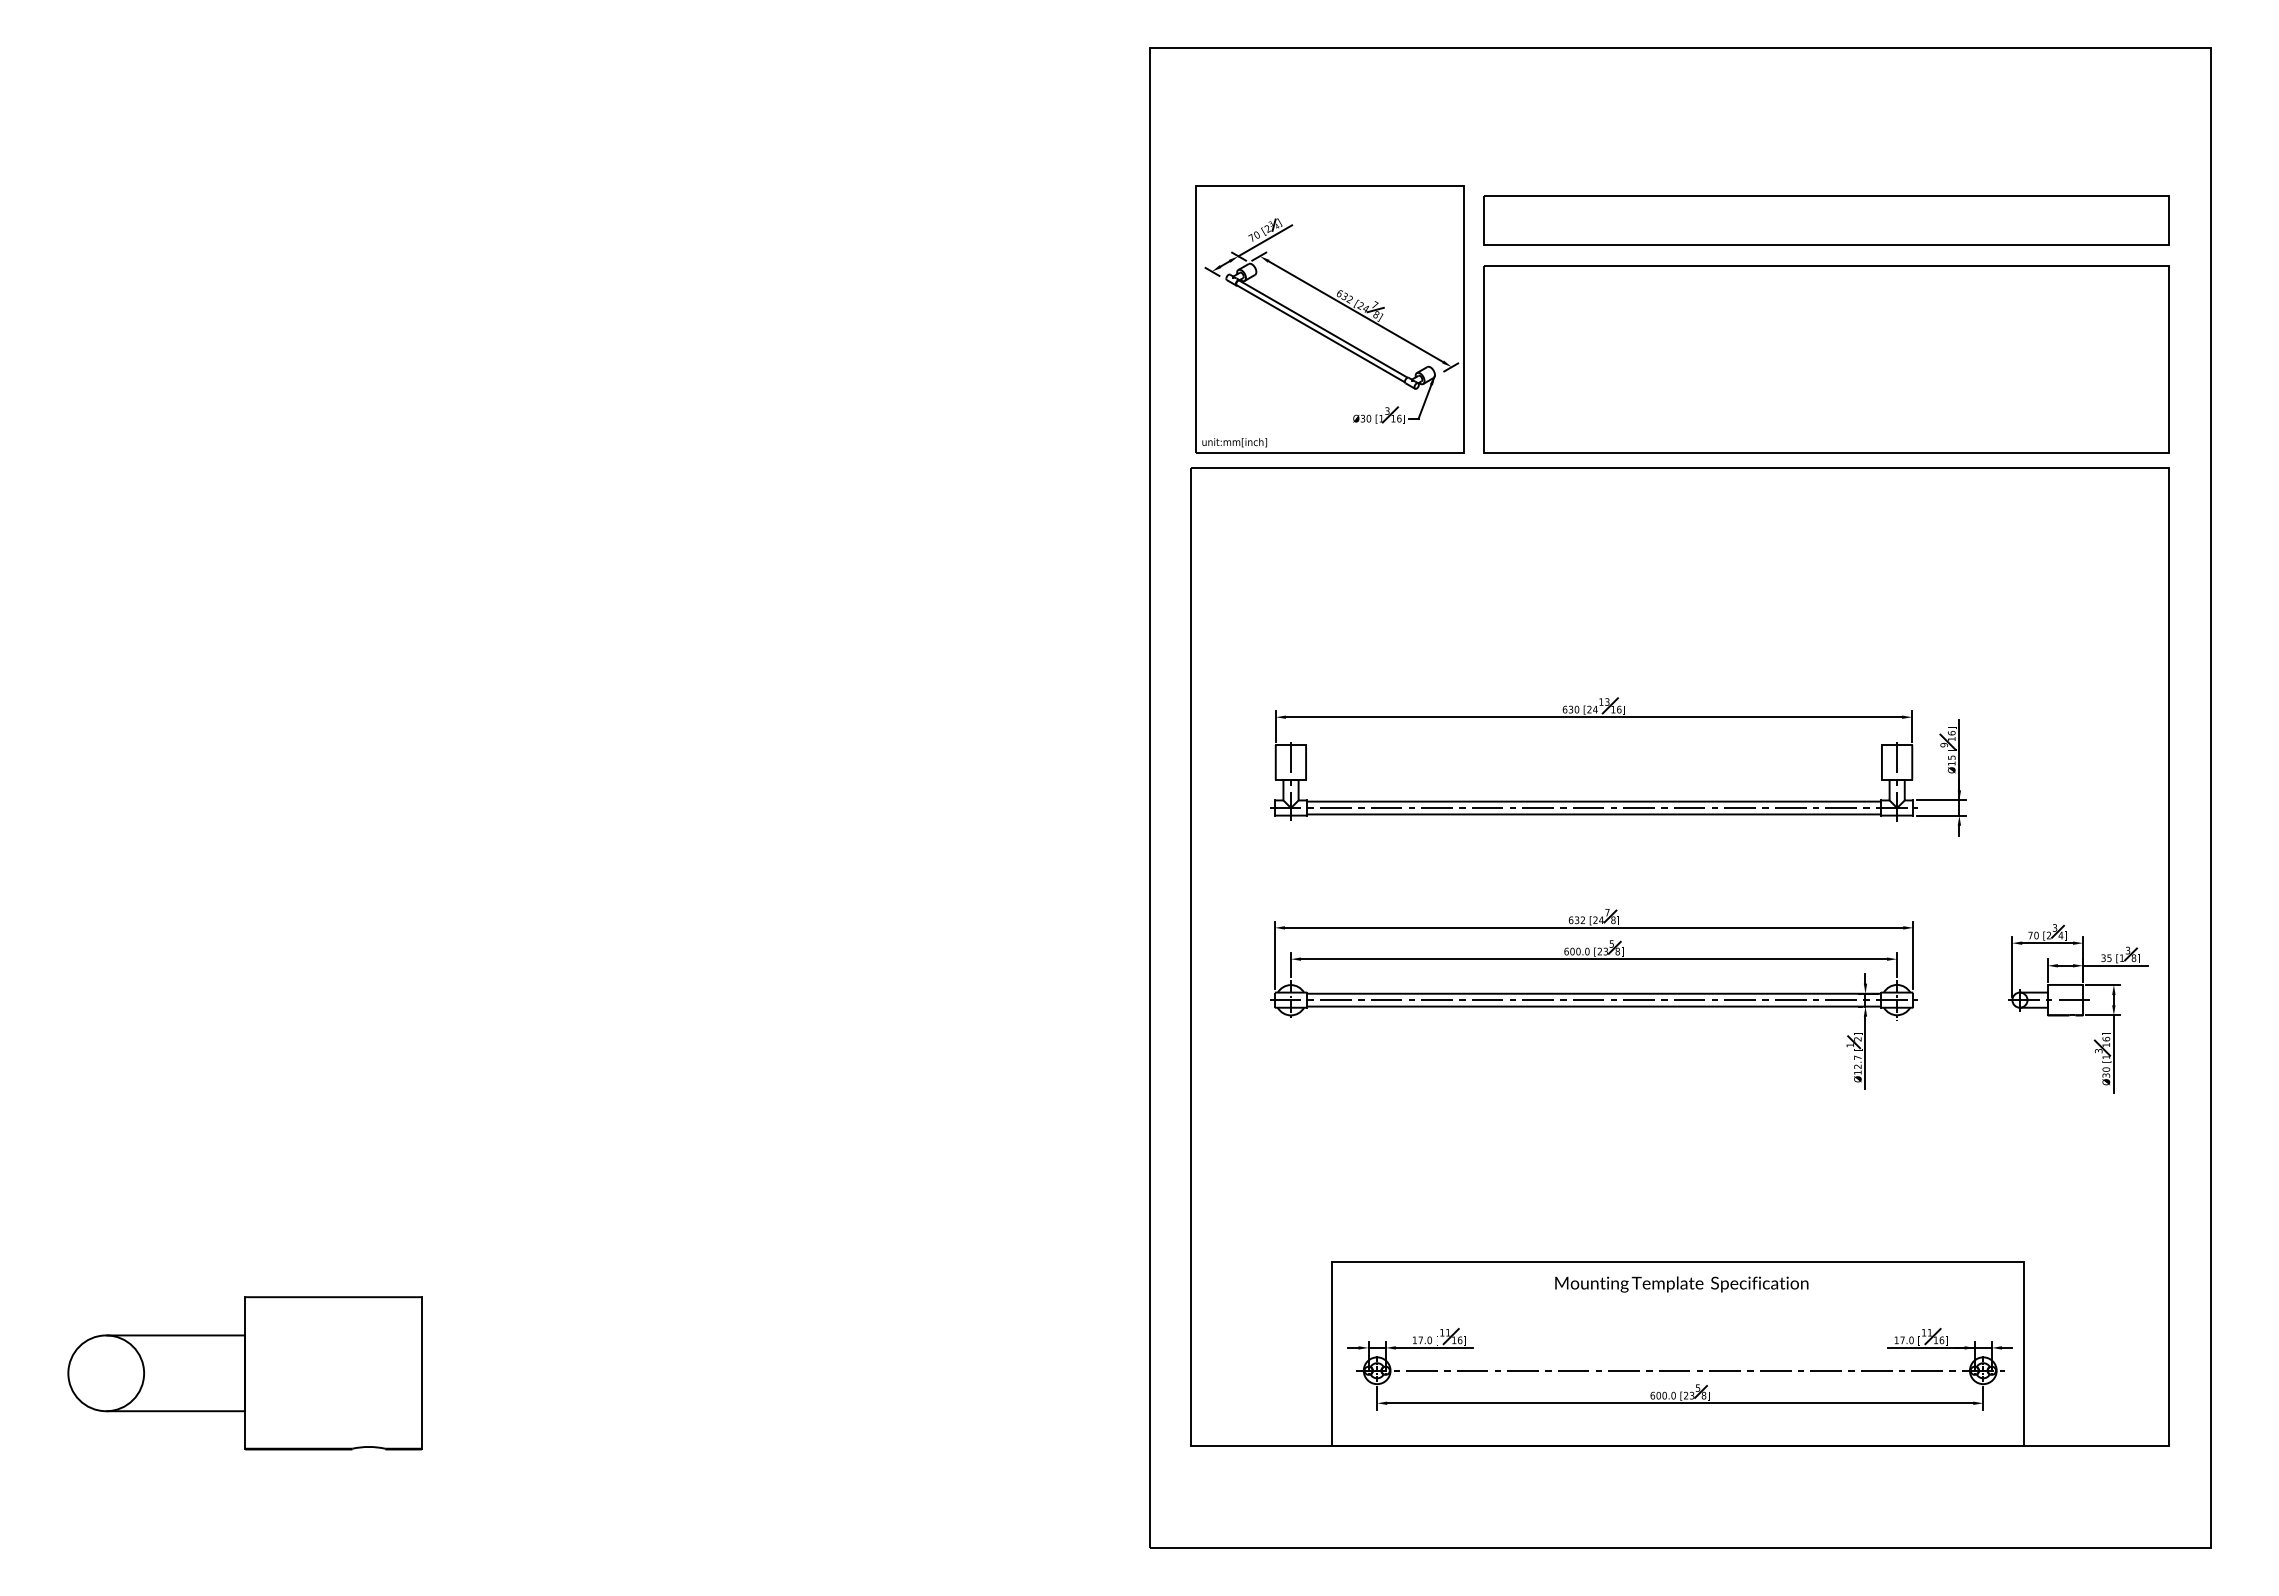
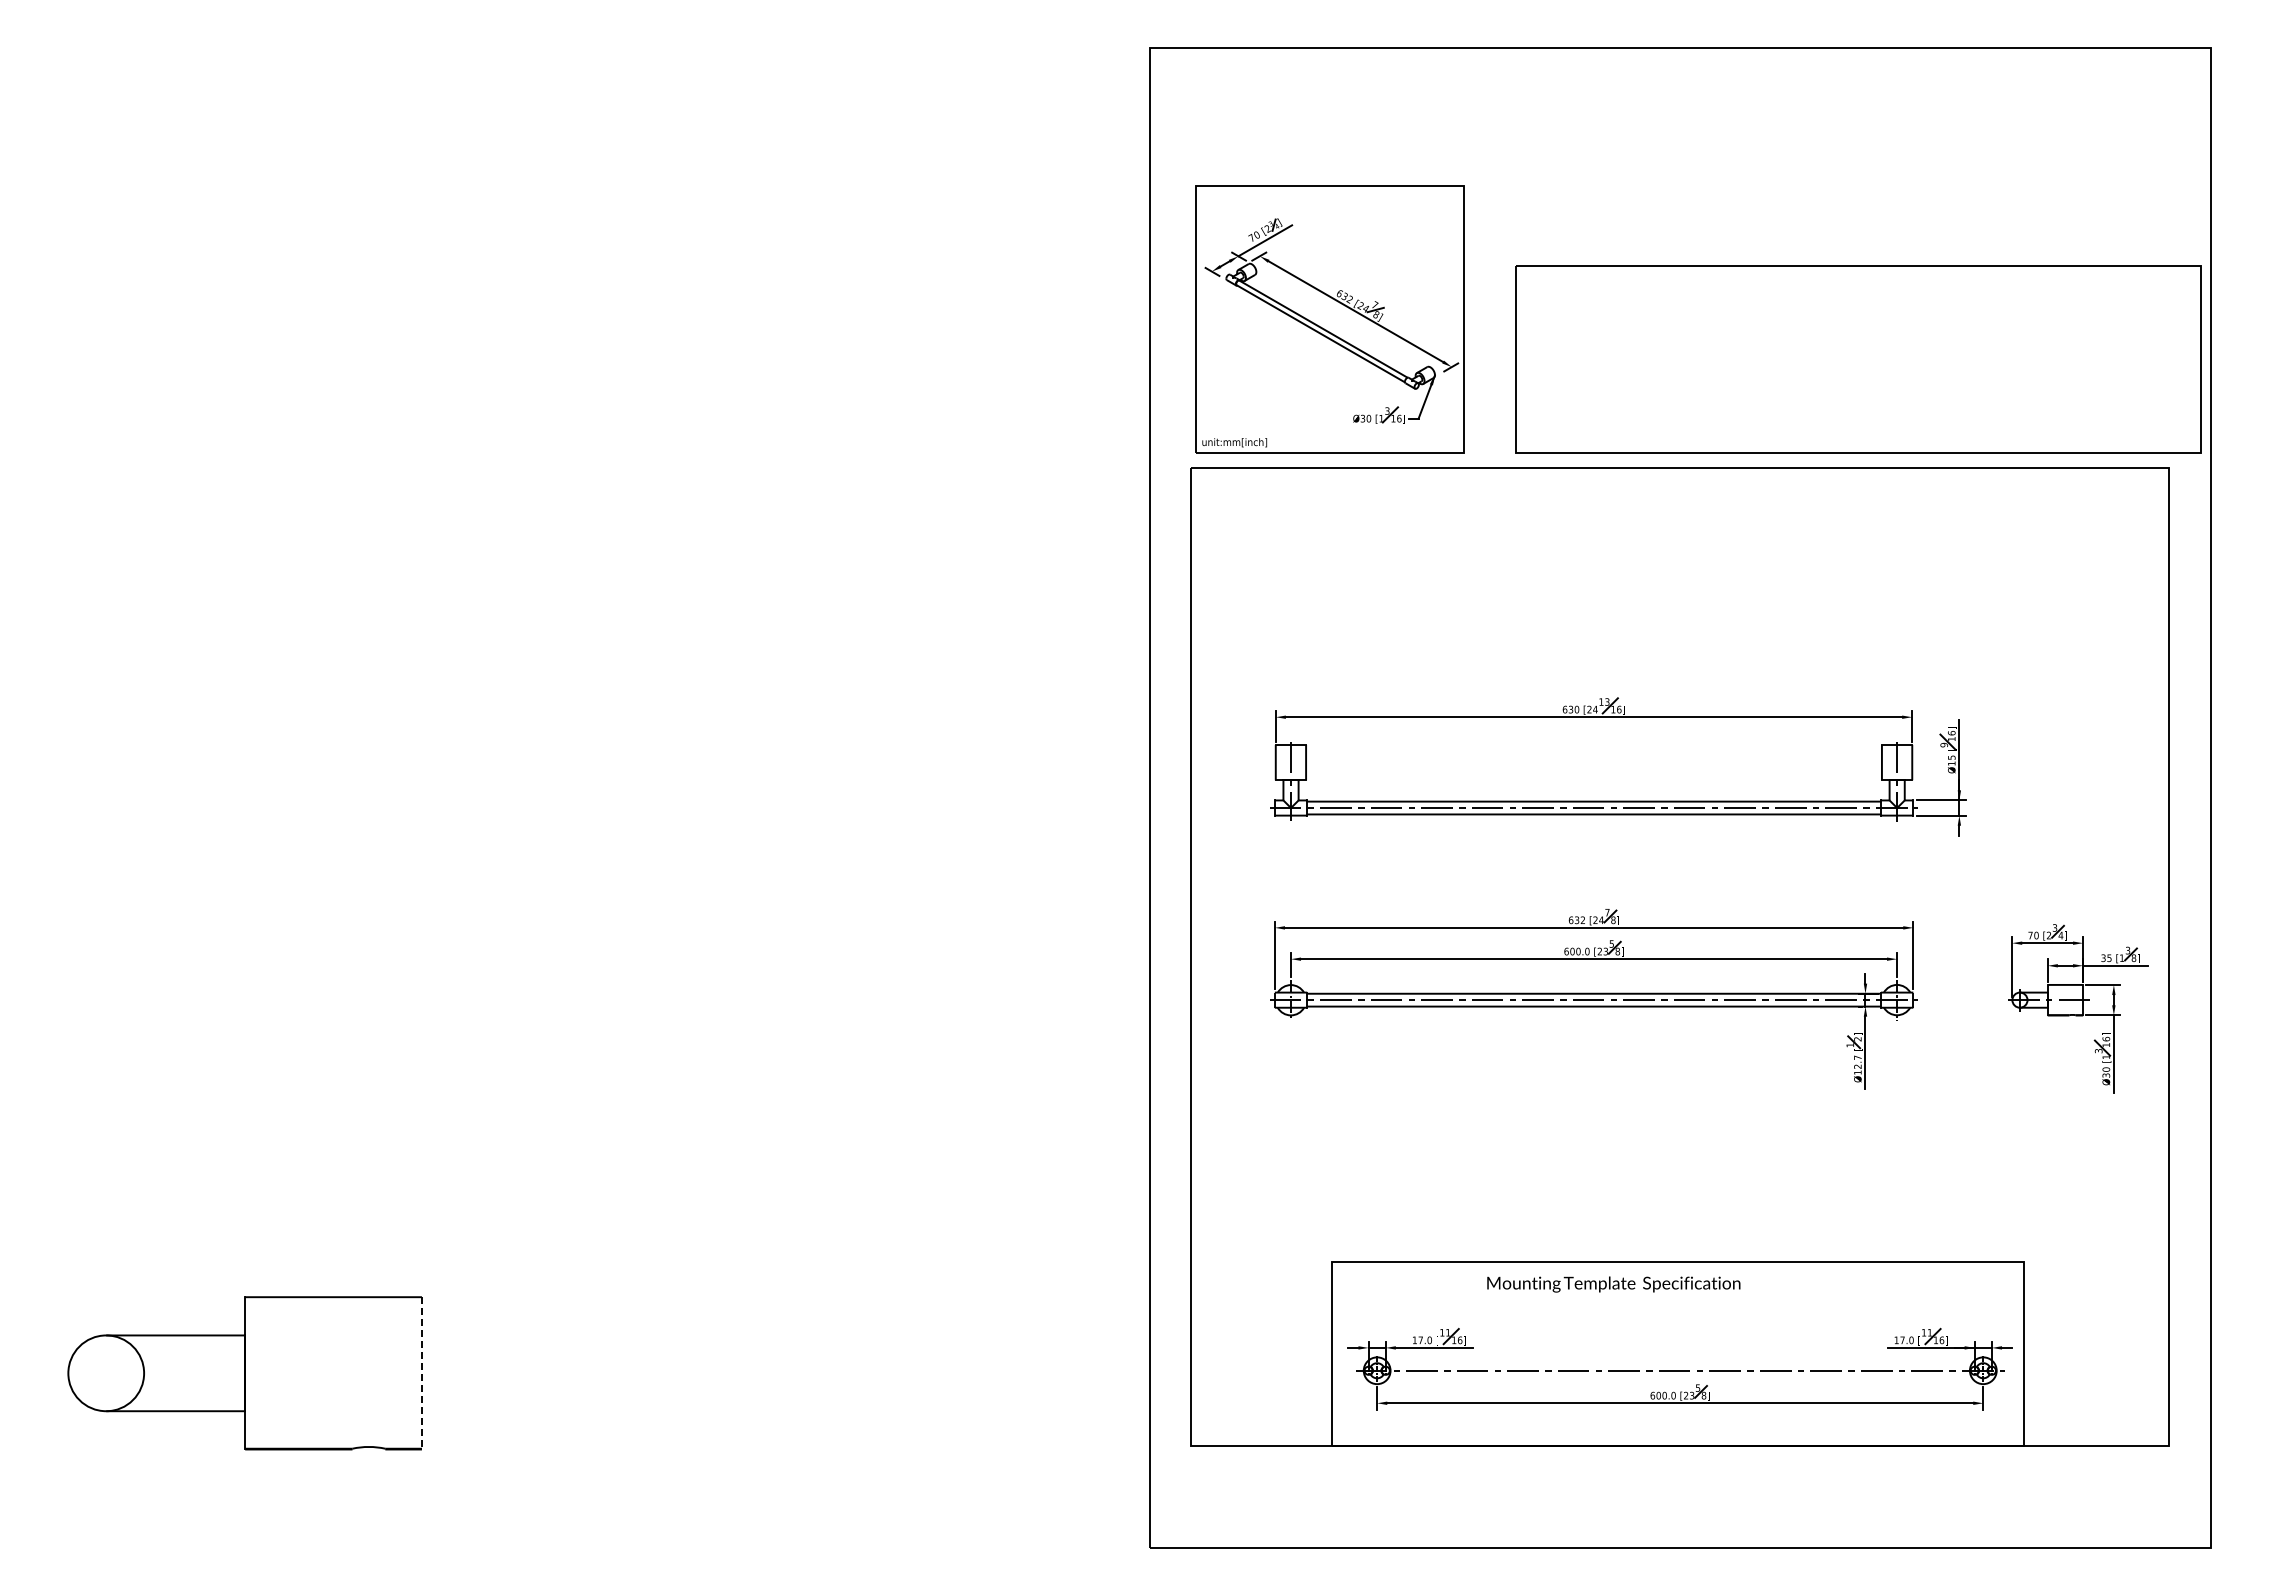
part at (1826, 220): present -> none
part at (1826, 359) position: (1826, 359) -> (1858, 359)
text at (1681, 1284) position: (1681, 1284) -> (1613, 1284)
line at (421, 1372): solid -> dashed
